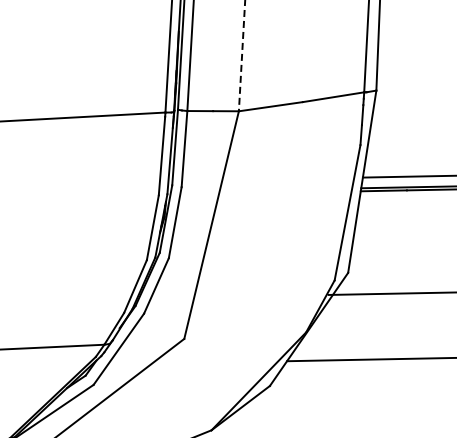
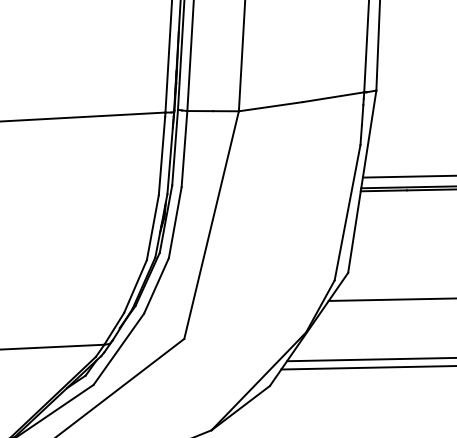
line at (242, 56): dashed -> solid
line at (390, 293) position: (390, 293) -> (390, 299)
line at (367, 367): none -> present
